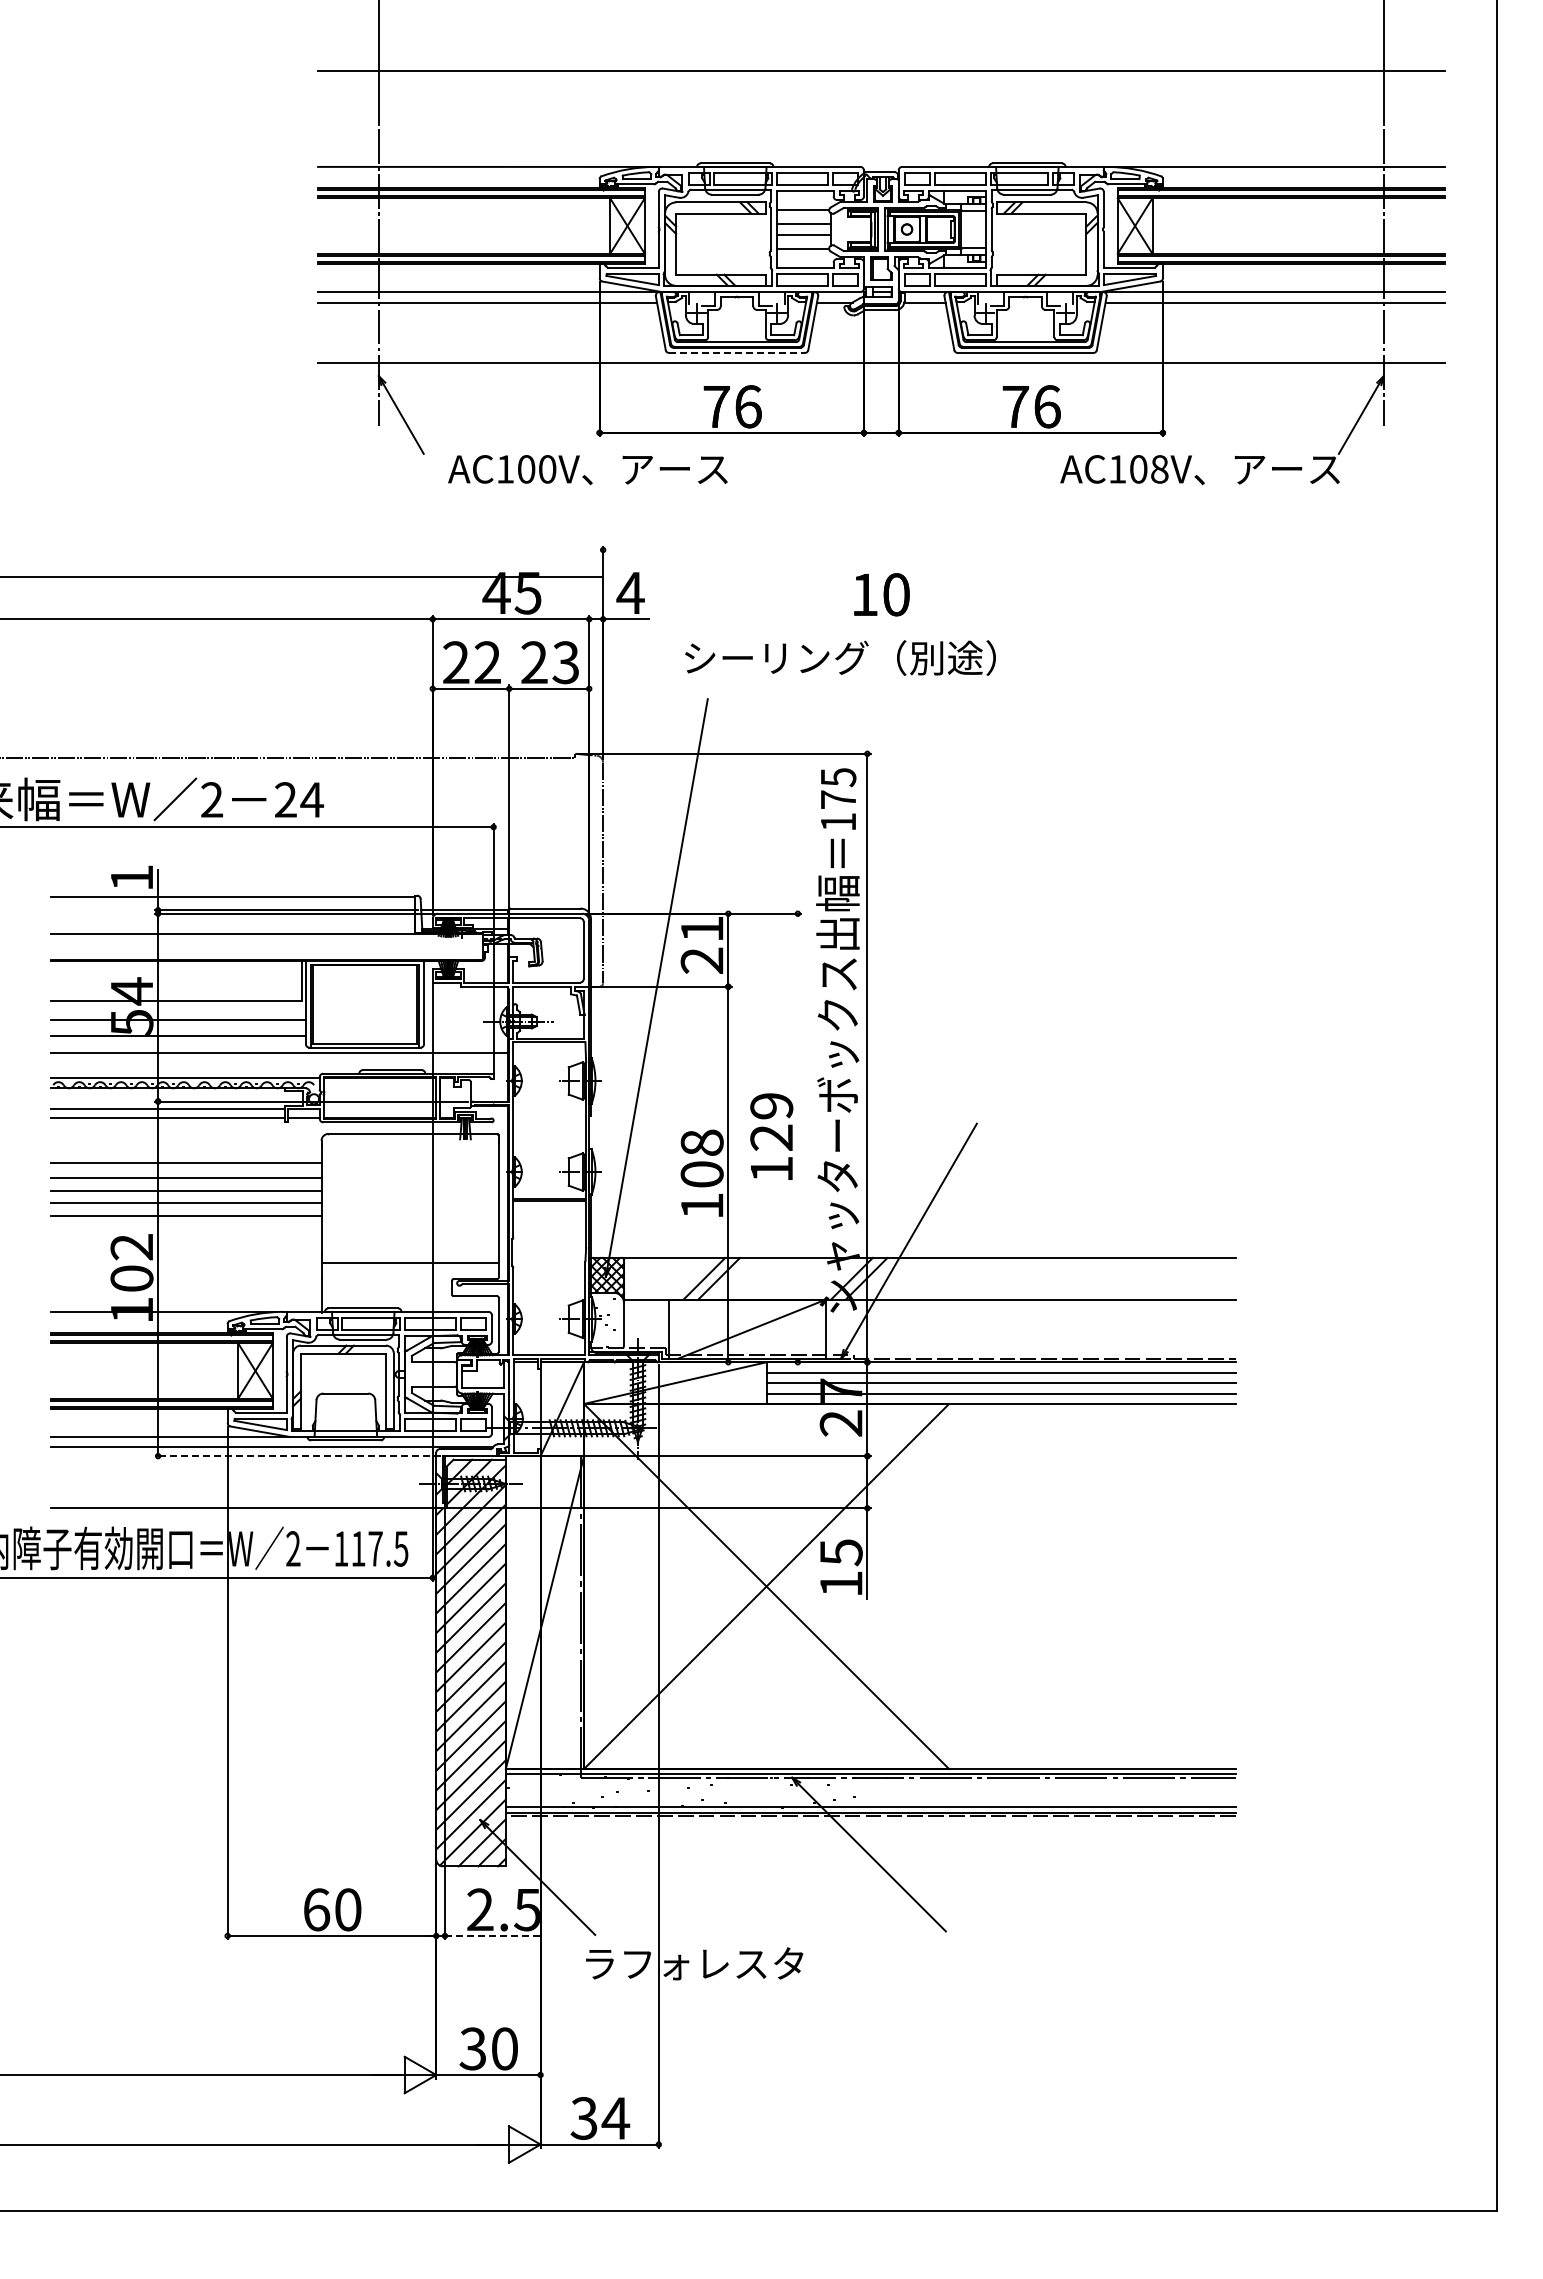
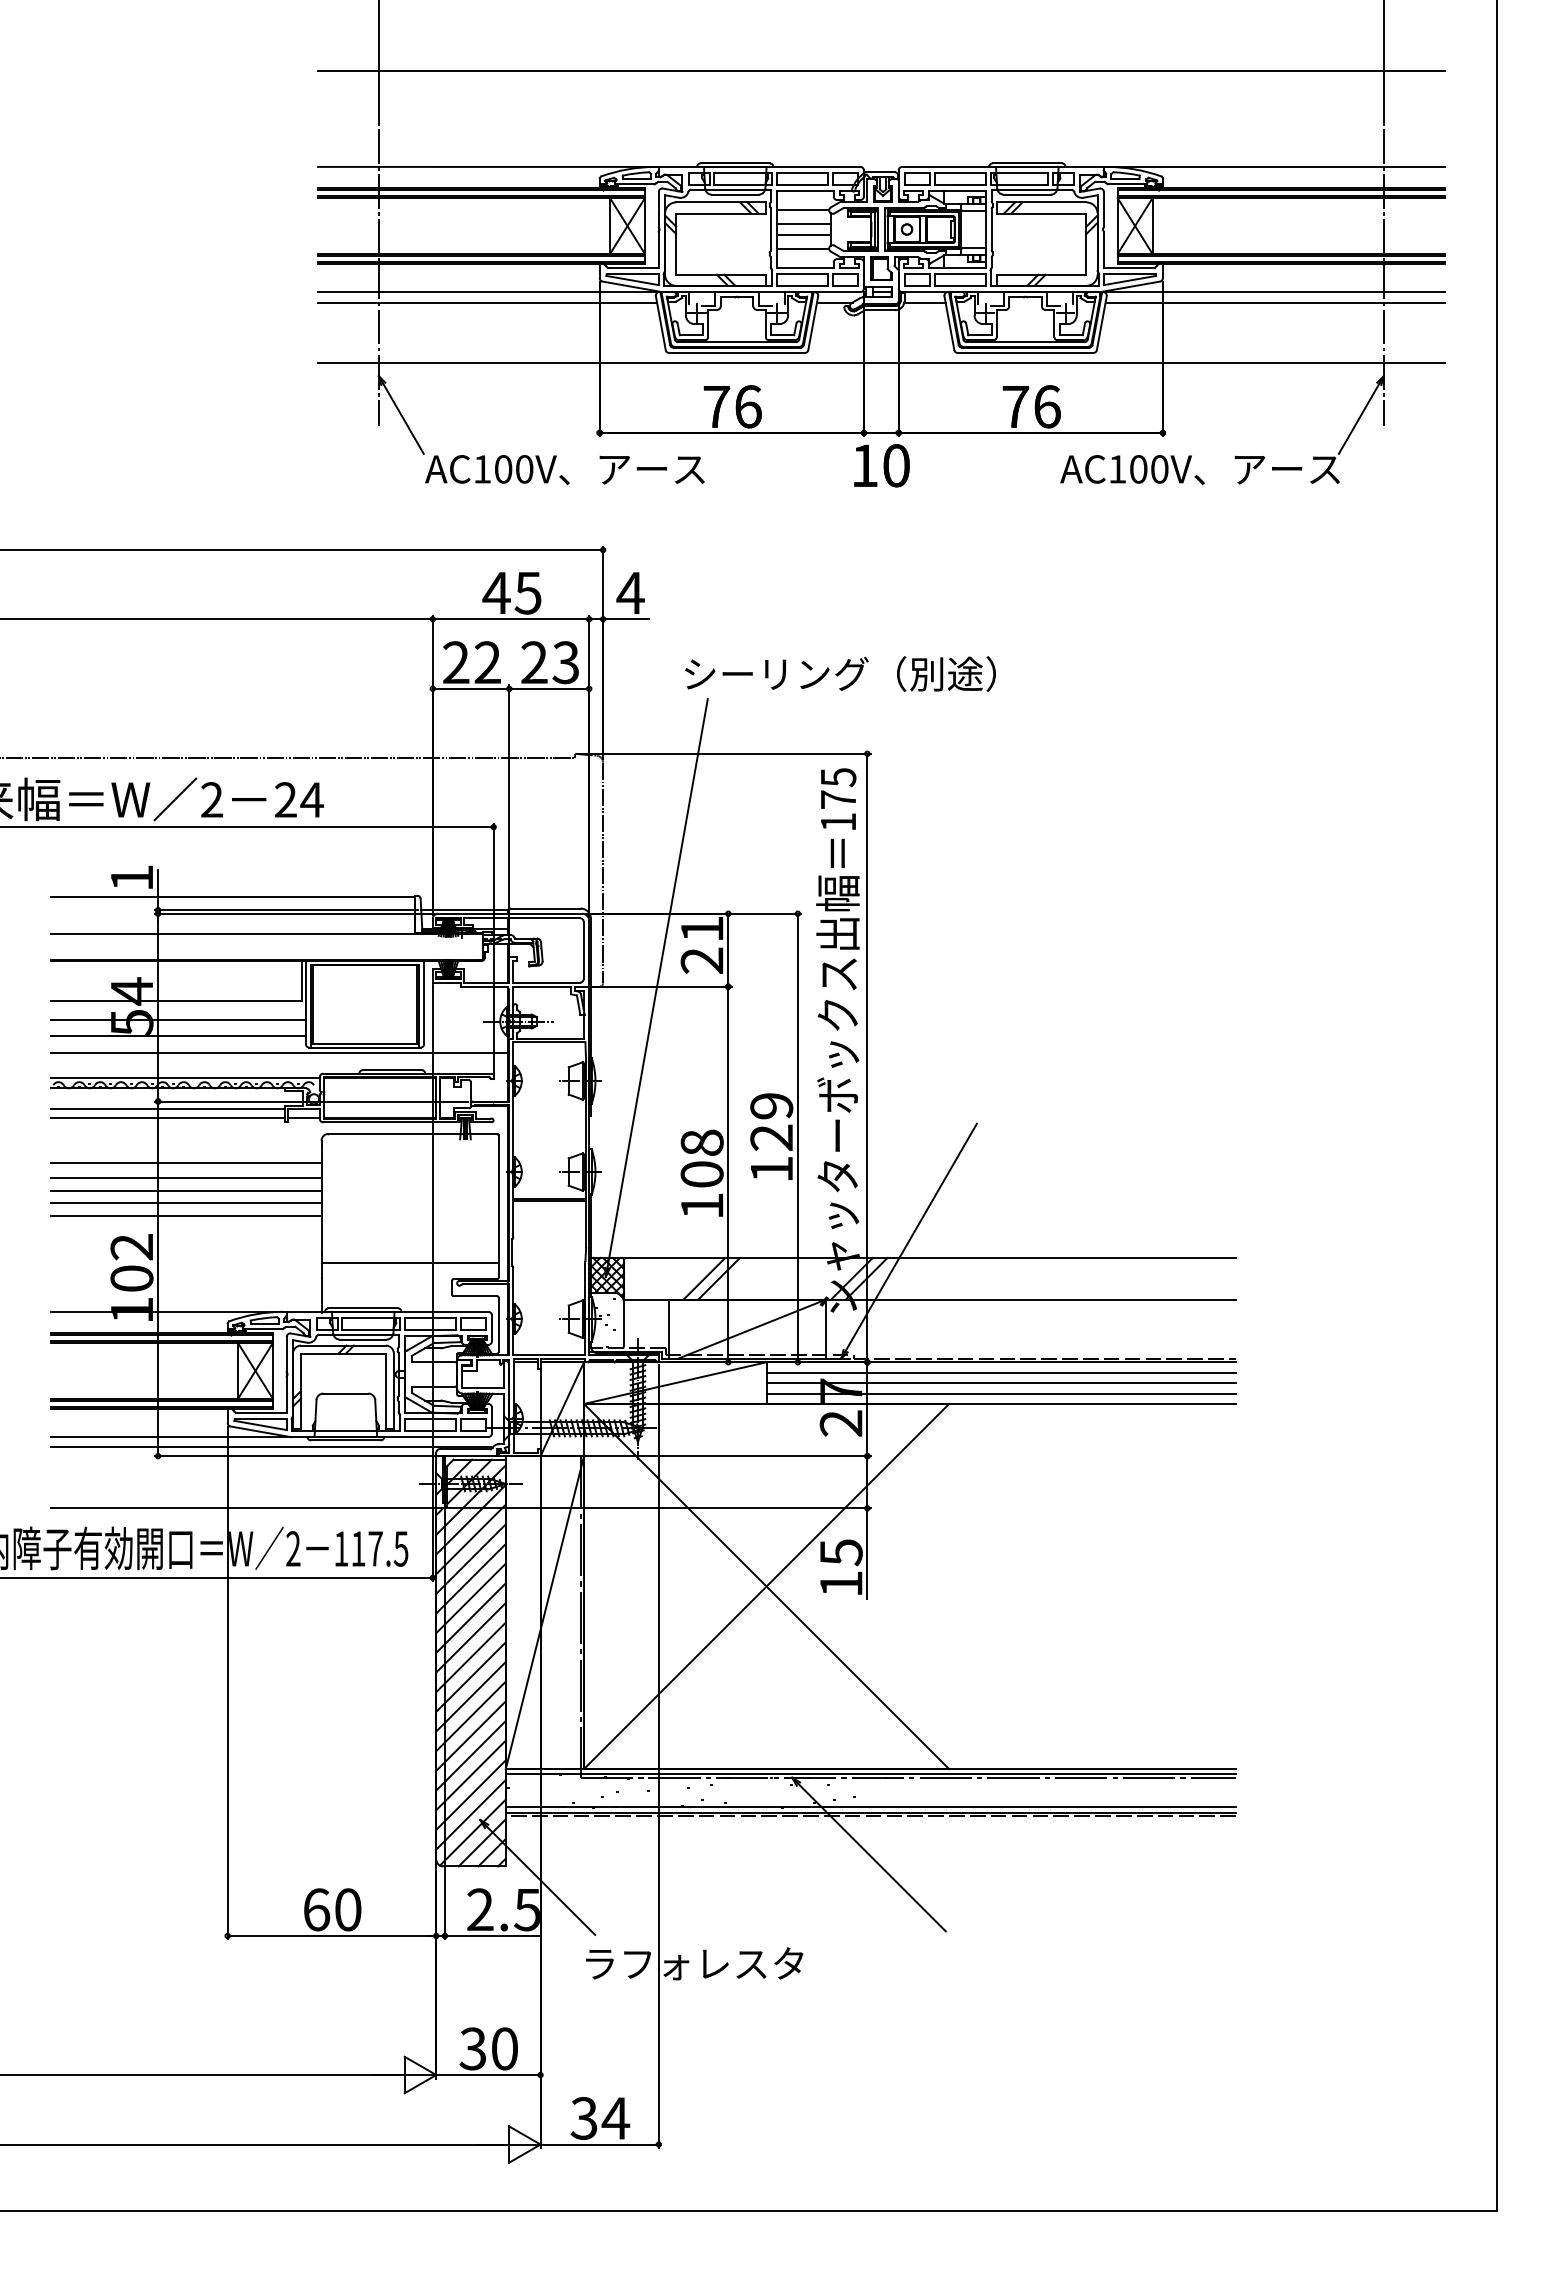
line at (737, 352): dashed -> solid
text at (1159, 469): AC108V -> AC100V
text at (587, 470) position: (587, 470) -> (564, 470)
line at (302, 577) position: (302, 577) -> (302, 550)
text at (881, 594) position: (881, 594) -> (881, 465)
text at (840, 657) position: (840, 657) -> (840, 673)
line at (797, 1137): none -> present
line at (297, 1456): dashed -> solid
line at (492, 1935): dashed -> solid
